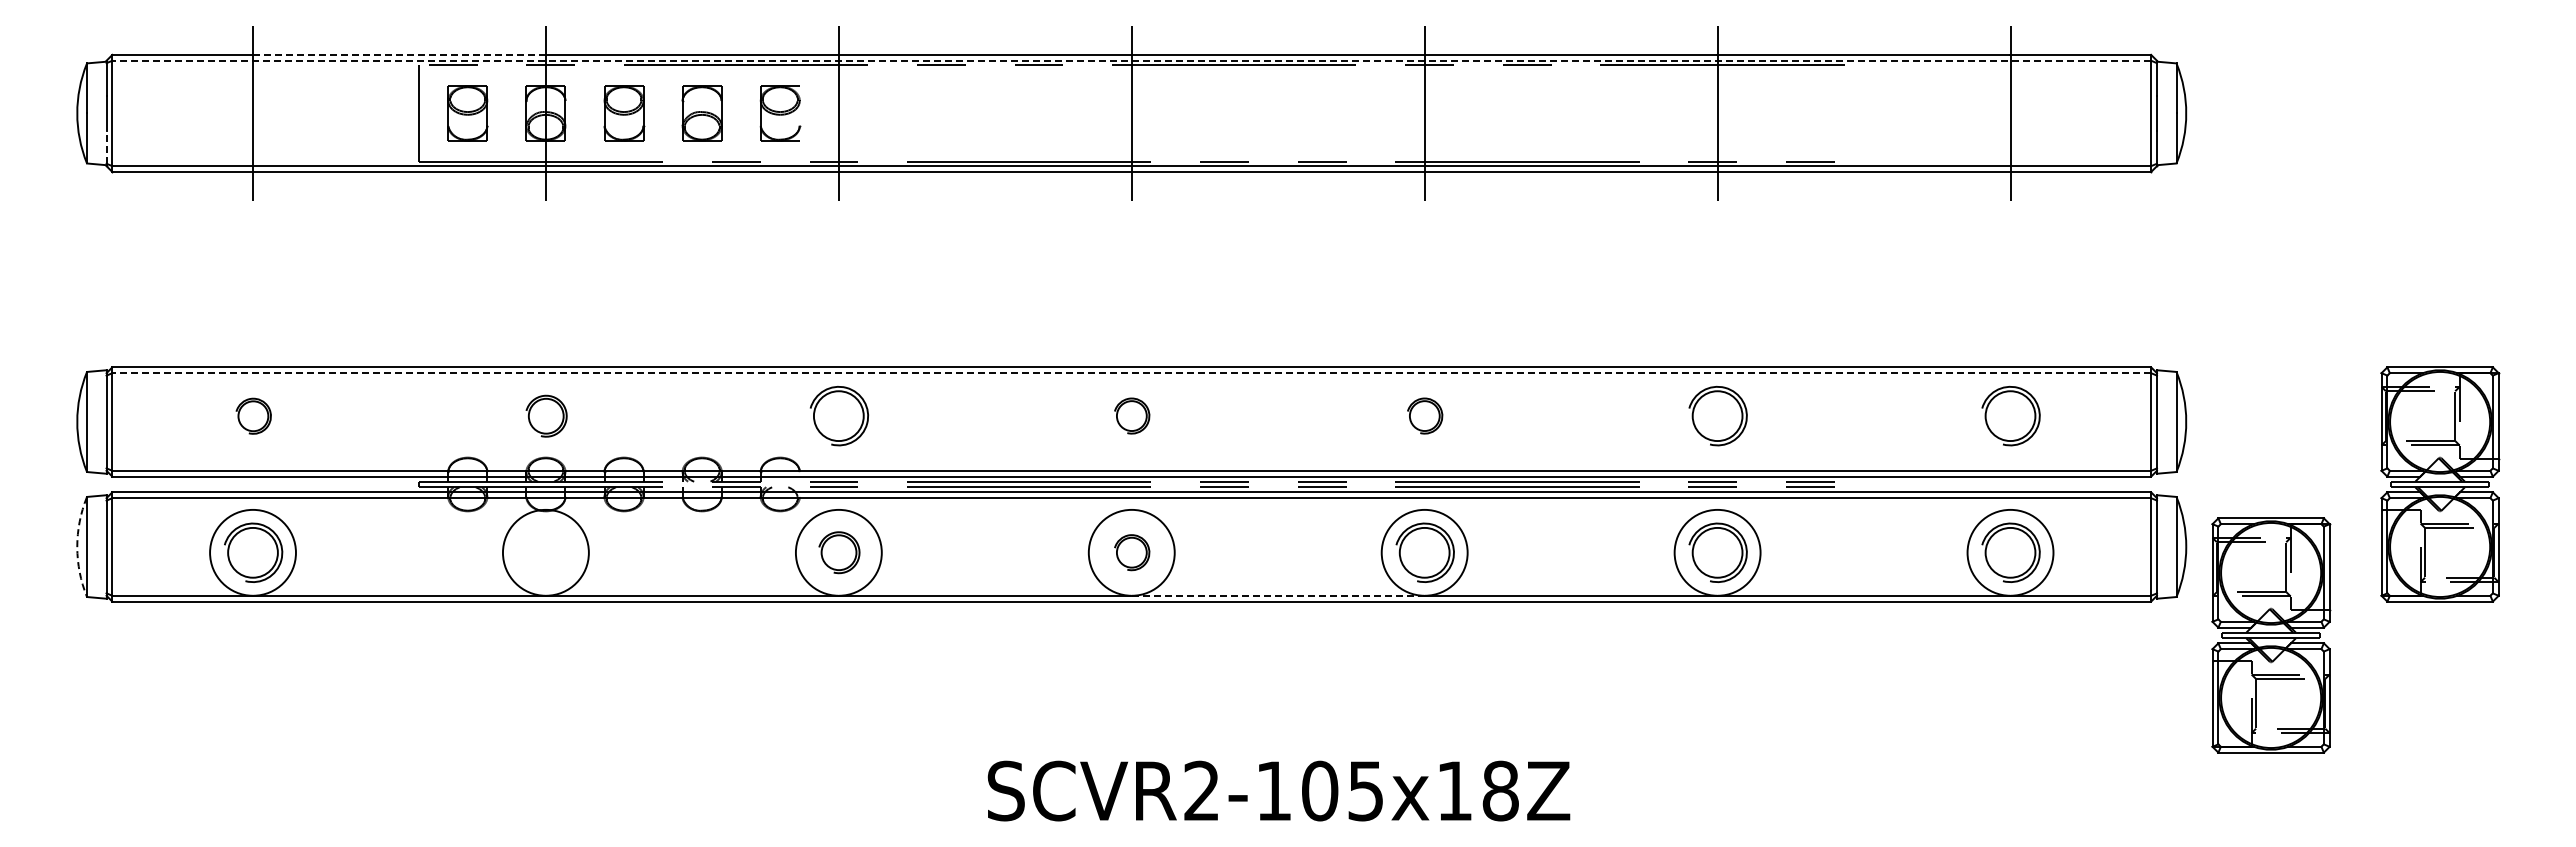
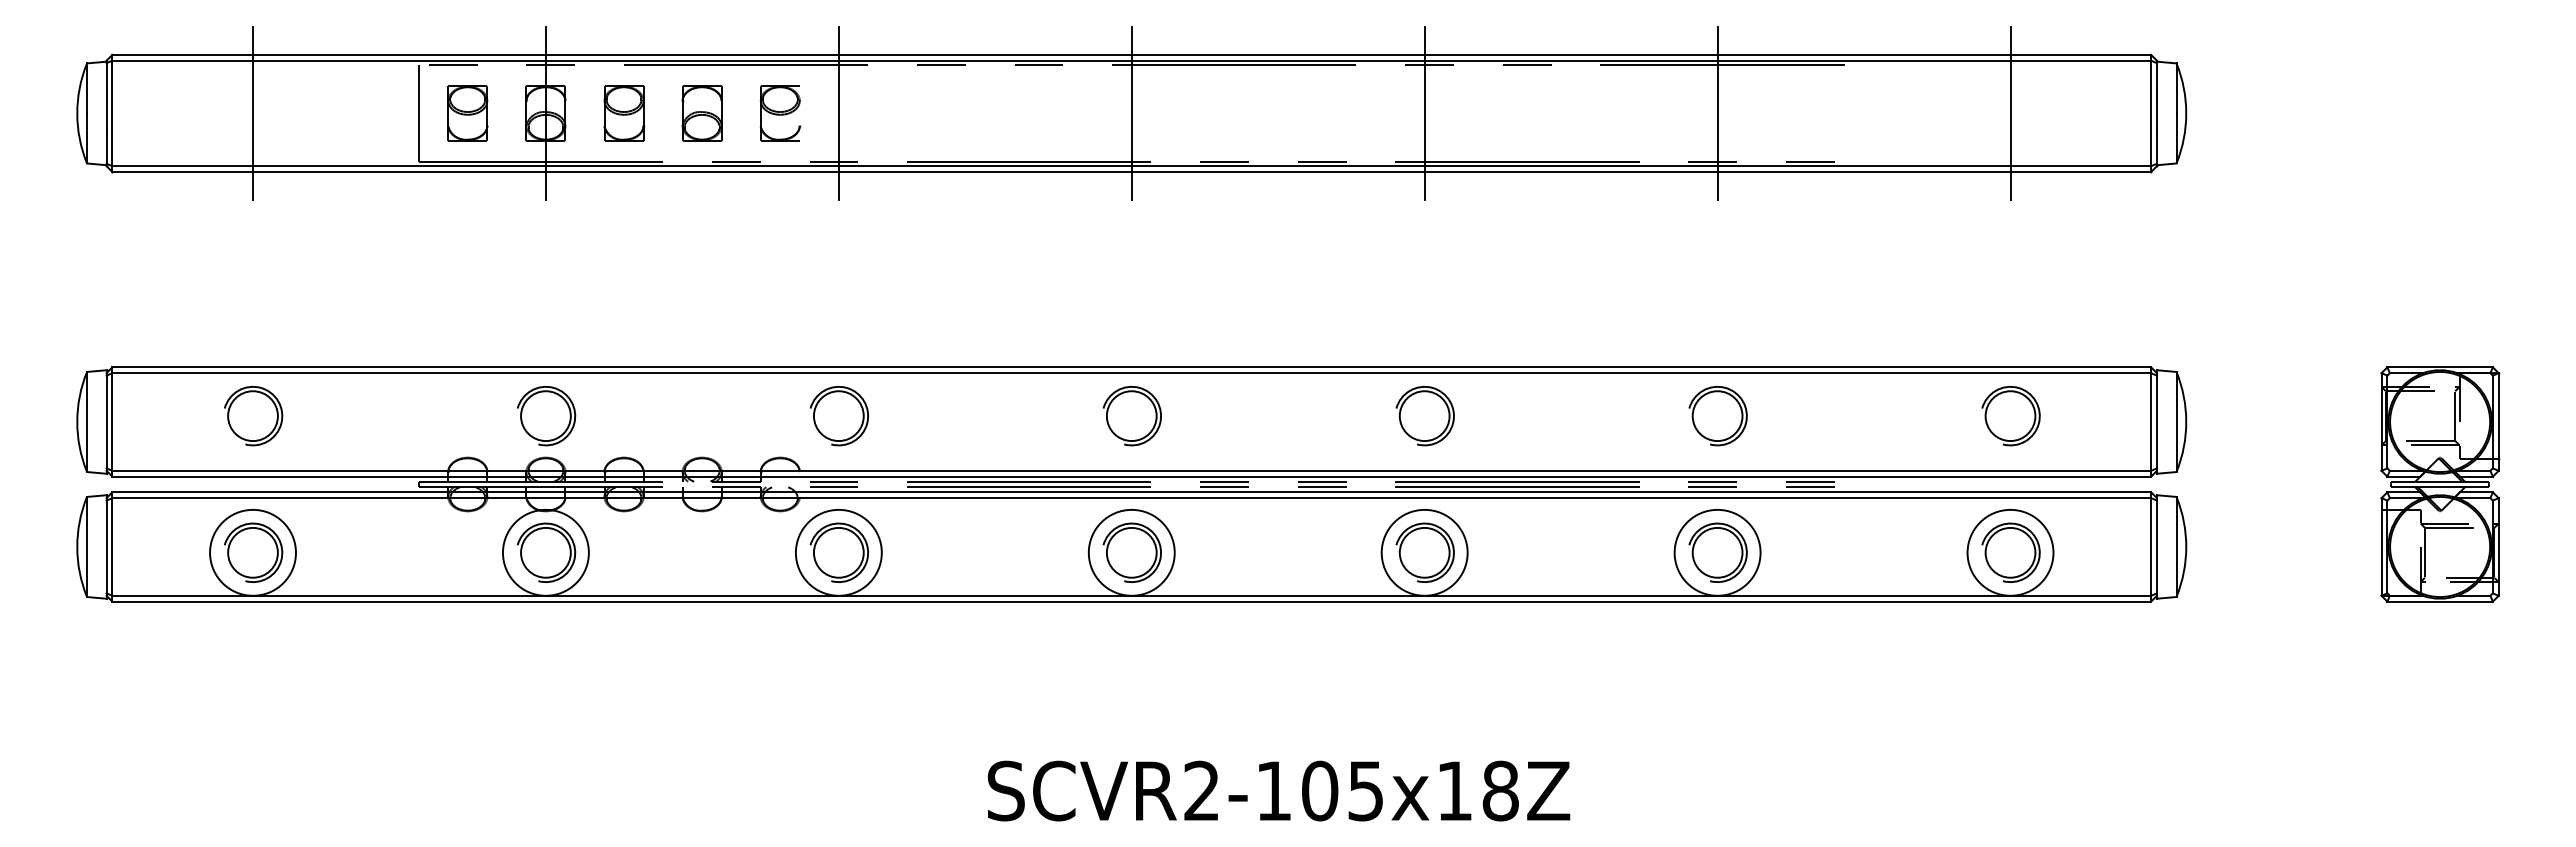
line at (398, 54): dashed -> solid
line at (1131, 60): dashed -> solid
line at (106, 147): dashed -> solid
line at (1131, 373): dashed -> solid
part at (253, 415) size: 37x38 px -> 60x61 px
part at (546, 415) size: 43x44 px -> 60x61 px
part at (1132, 415) size: 37x38 px -> 60x62 px
part at (1425, 415) size: 37x38 px -> 60x62 px
arc at (77, 547): dashed -> solid
part at (546, 552): none -> present
part at (839, 552) size: 43x44 px -> 61x61 px
part at (1132, 552) size: 37x38 px -> 60x61 px
line at (1277, 595): dashed -> solid
part at (2271, 635): present -> none
